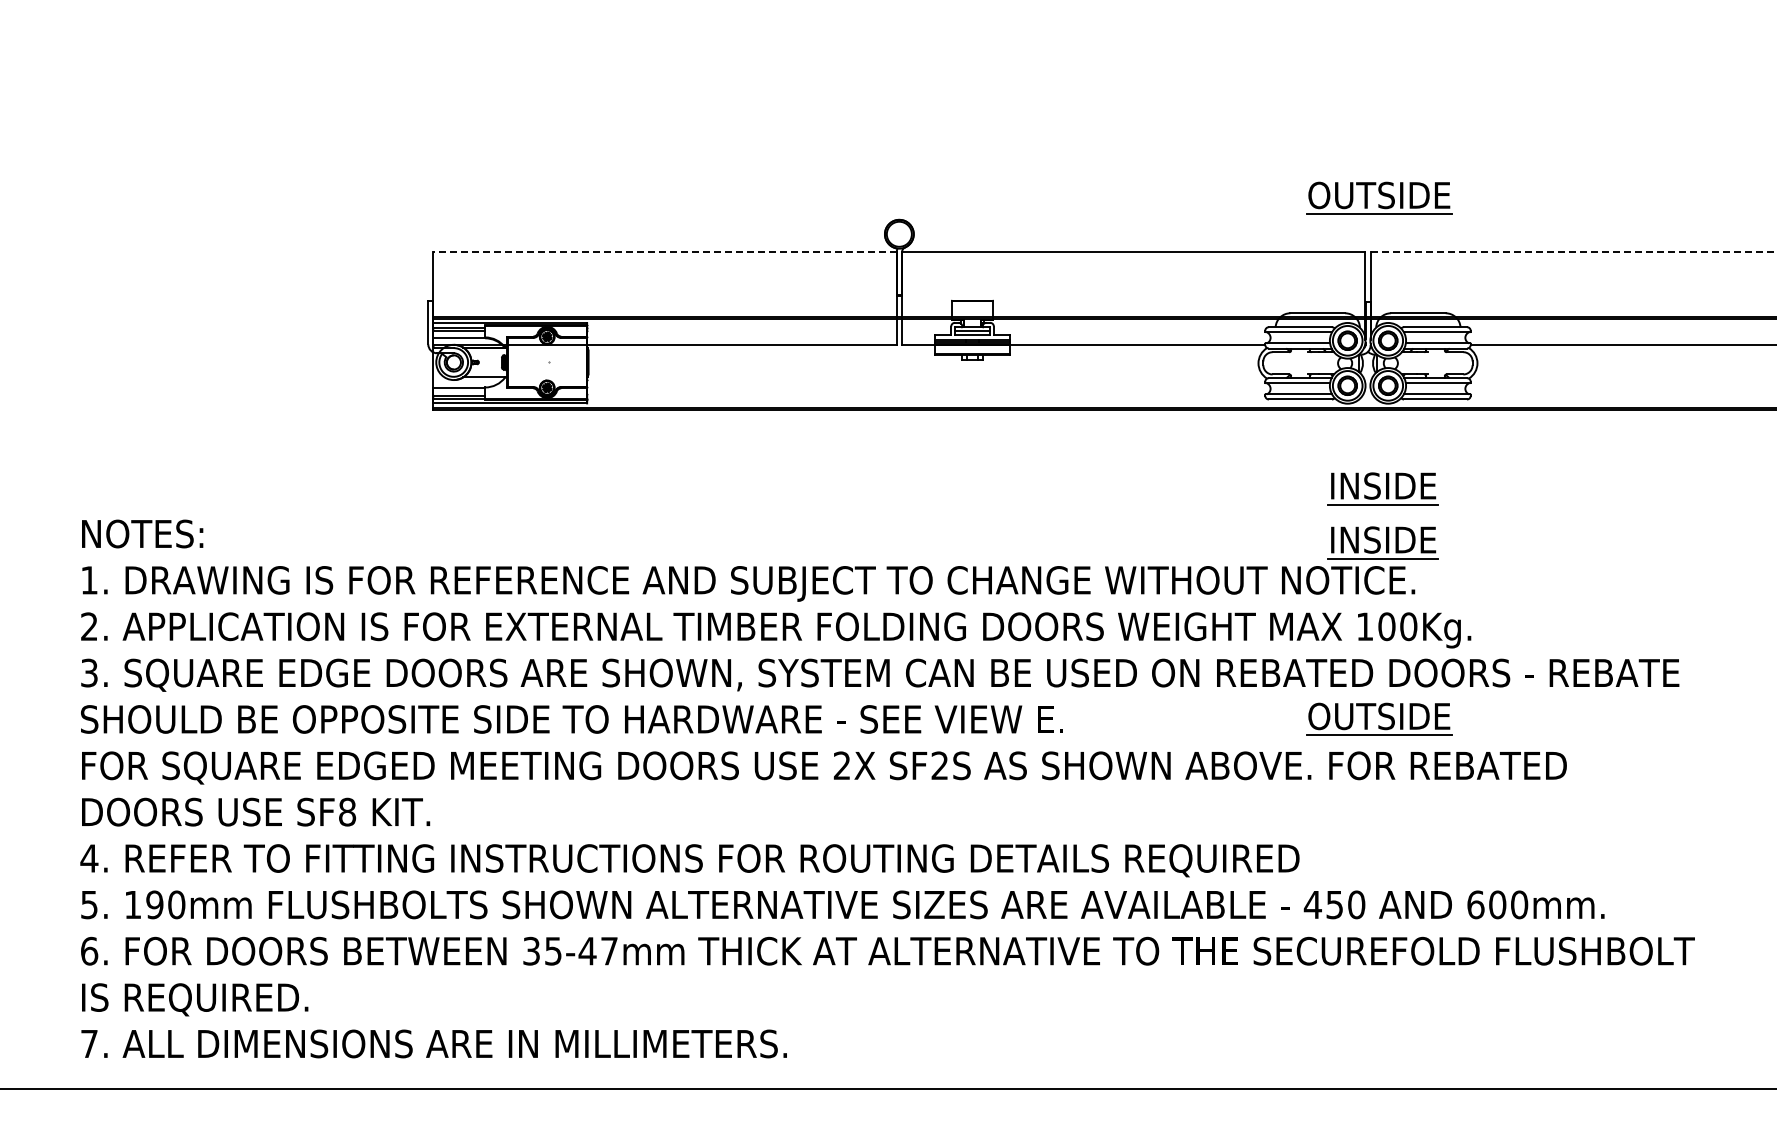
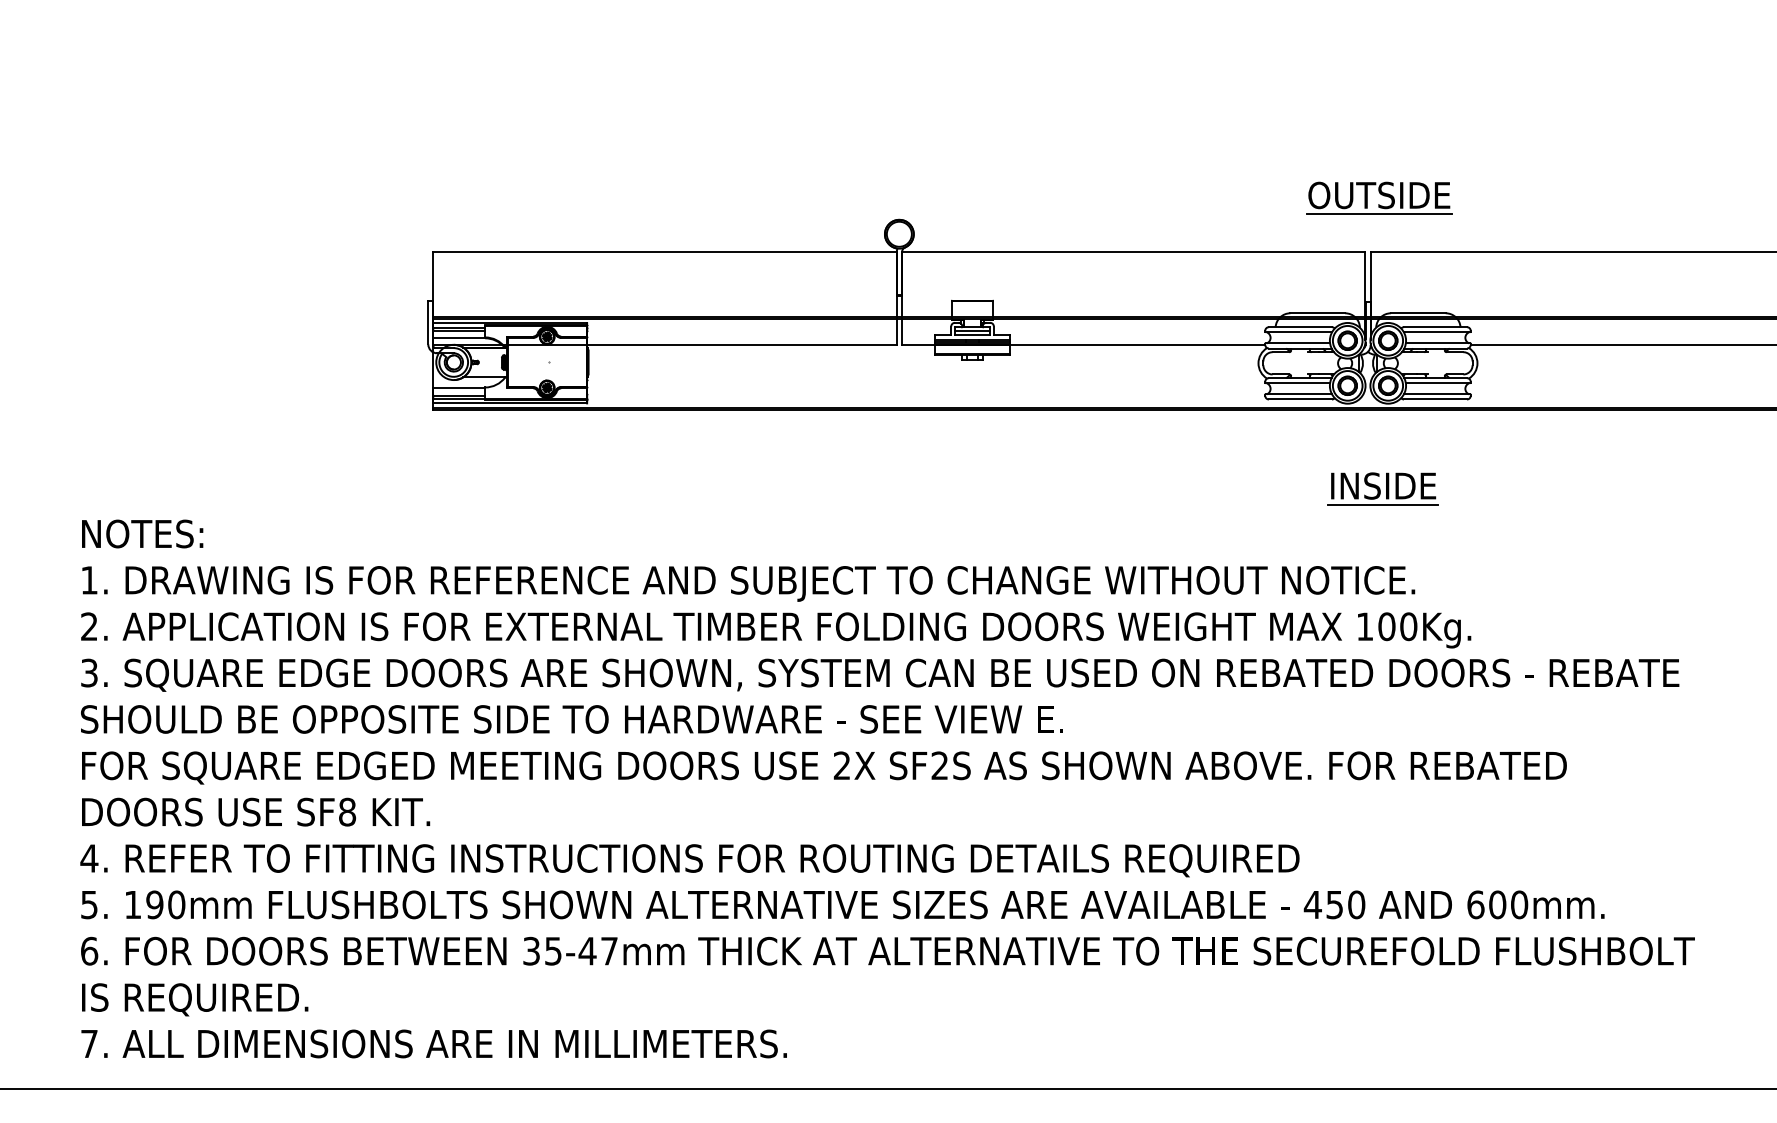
line at (665, 252): dashed -> solid
line at (1573, 252): dashed -> solid
part at (1382, 542): present -> none
part at (1379, 718): present -> none
